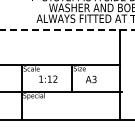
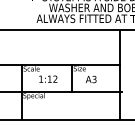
line at (67, 30): dashed -> solid
